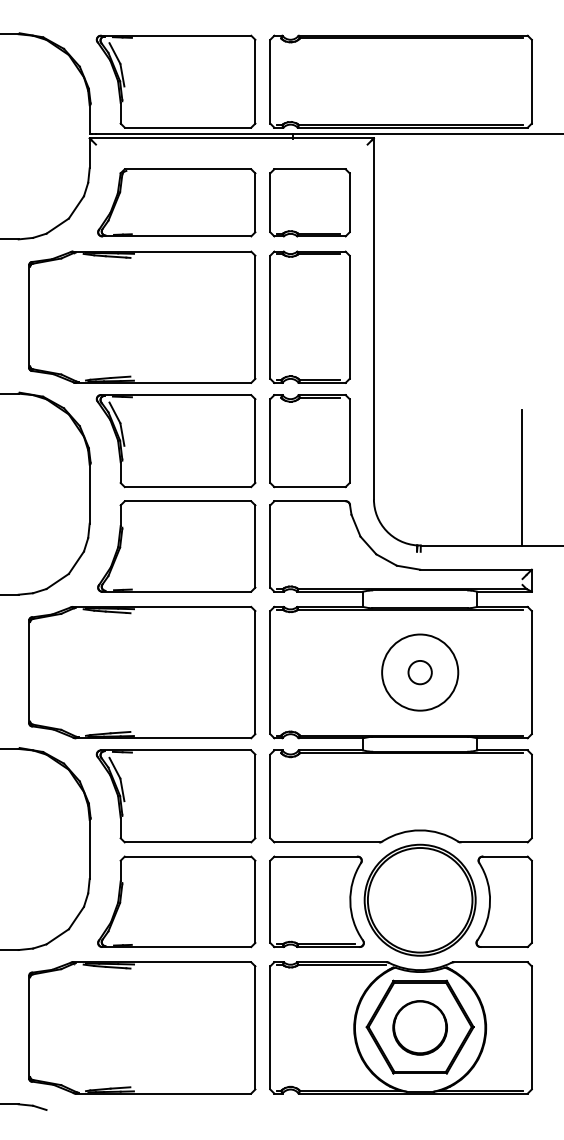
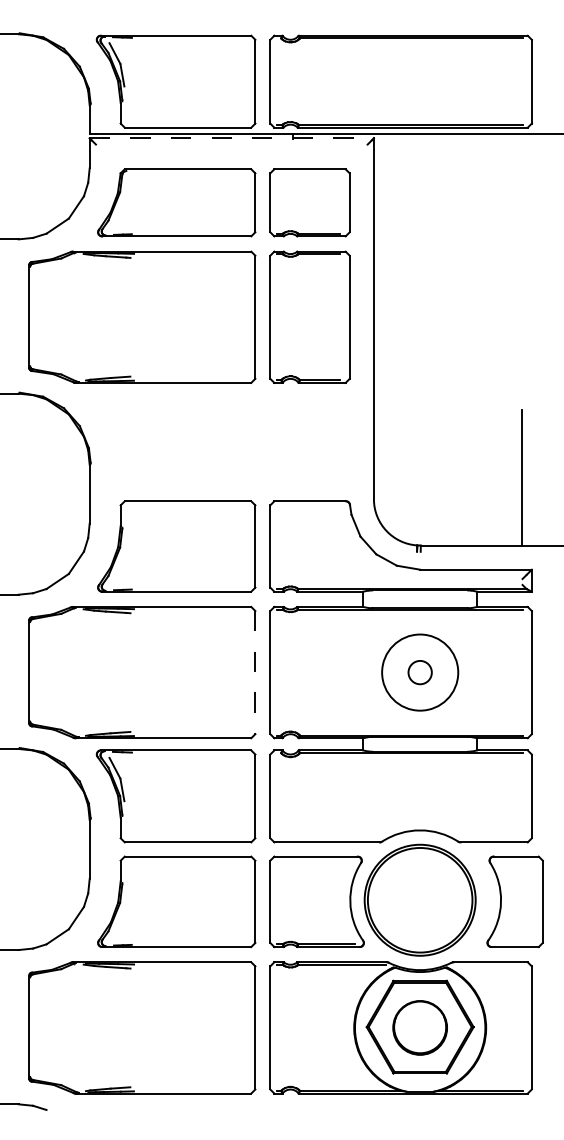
line at (232, 138): solid -> dashed
part at (175, 441): present -> none
part at (309, 441): present -> none
line at (255, 672): solid -> dashed
part at (503, 901) position: (503, 901) -> (514, 901)
